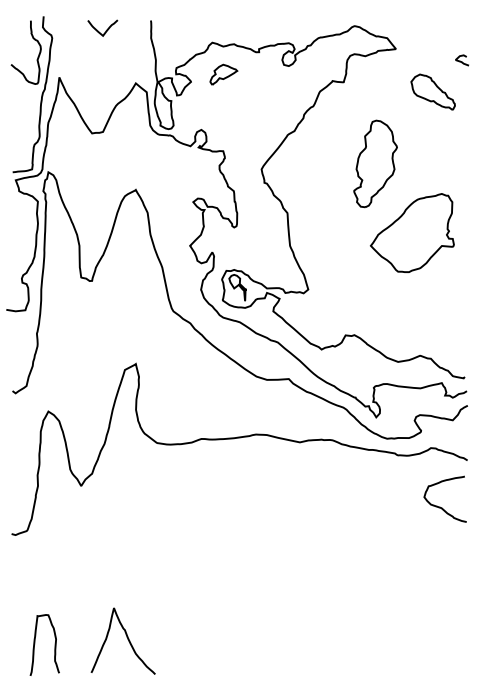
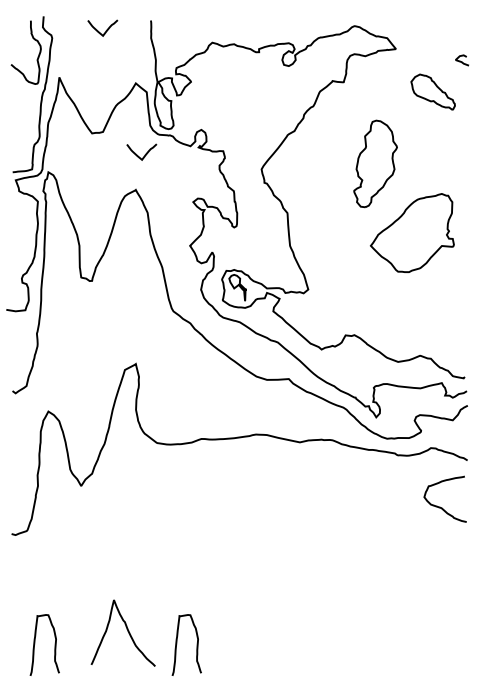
part at (223, 74): present -> none
curve at (144, 154): none -> present
curve at (126, 637) position: (126, 637) -> (126, 629)
curve at (177, 644): none -> present
